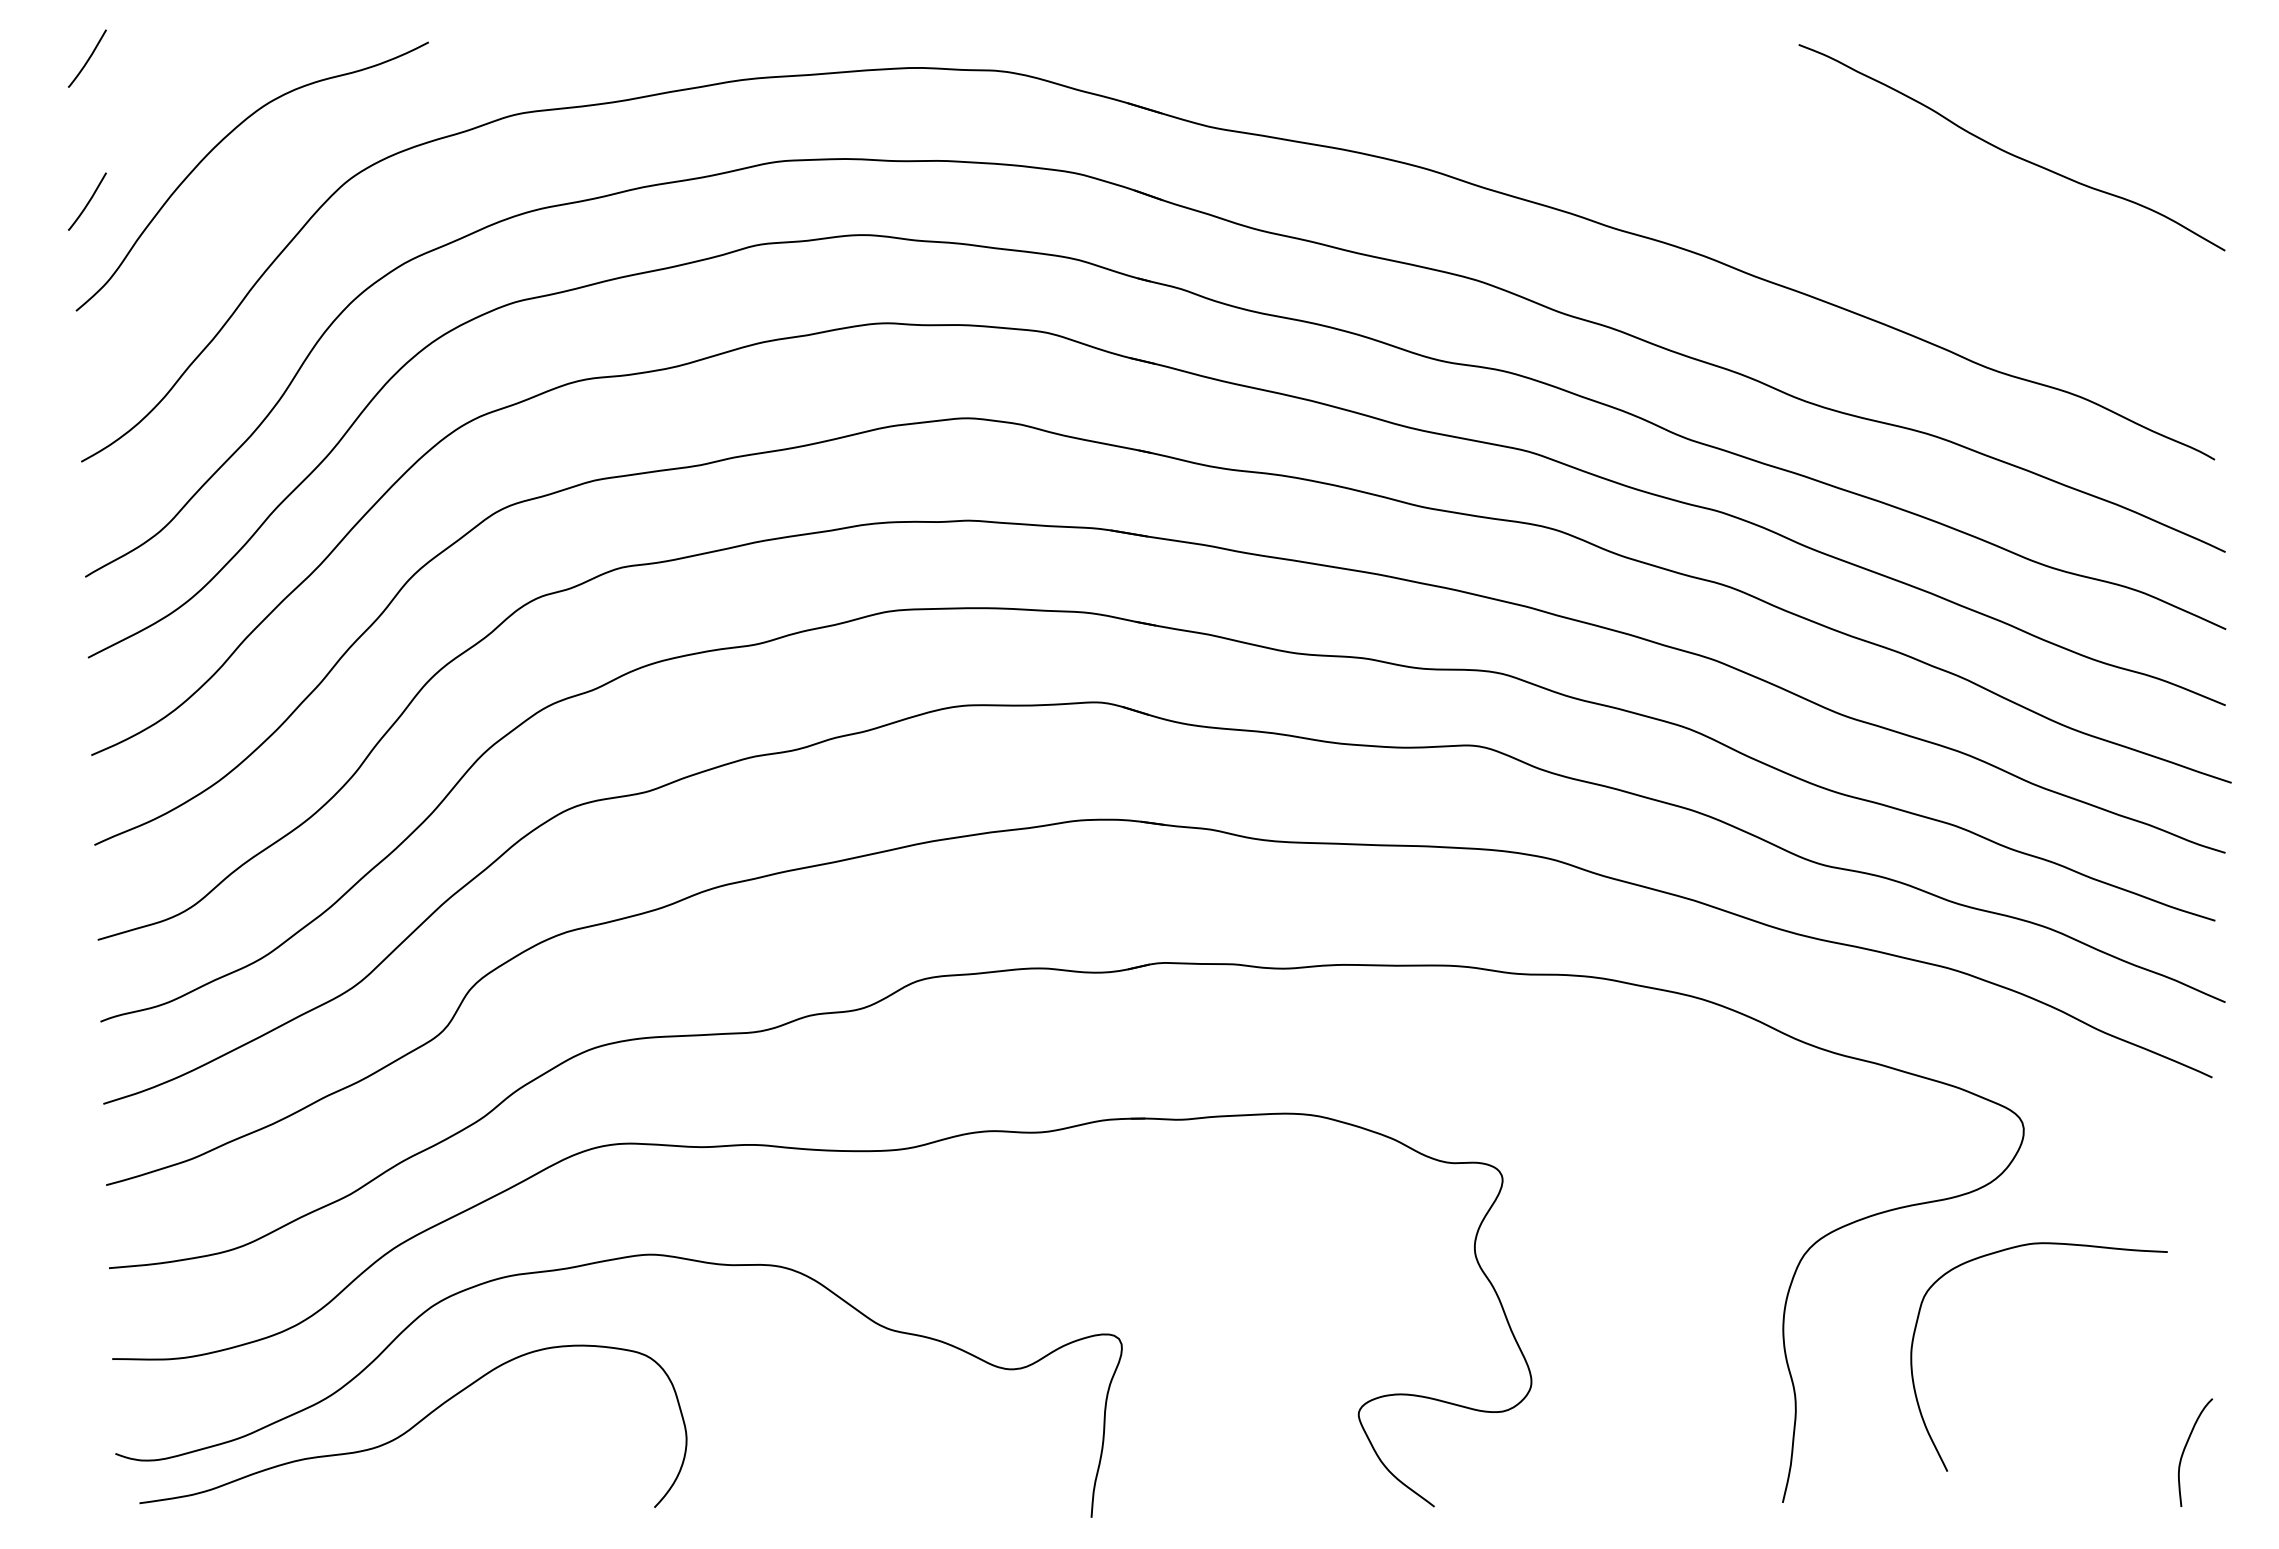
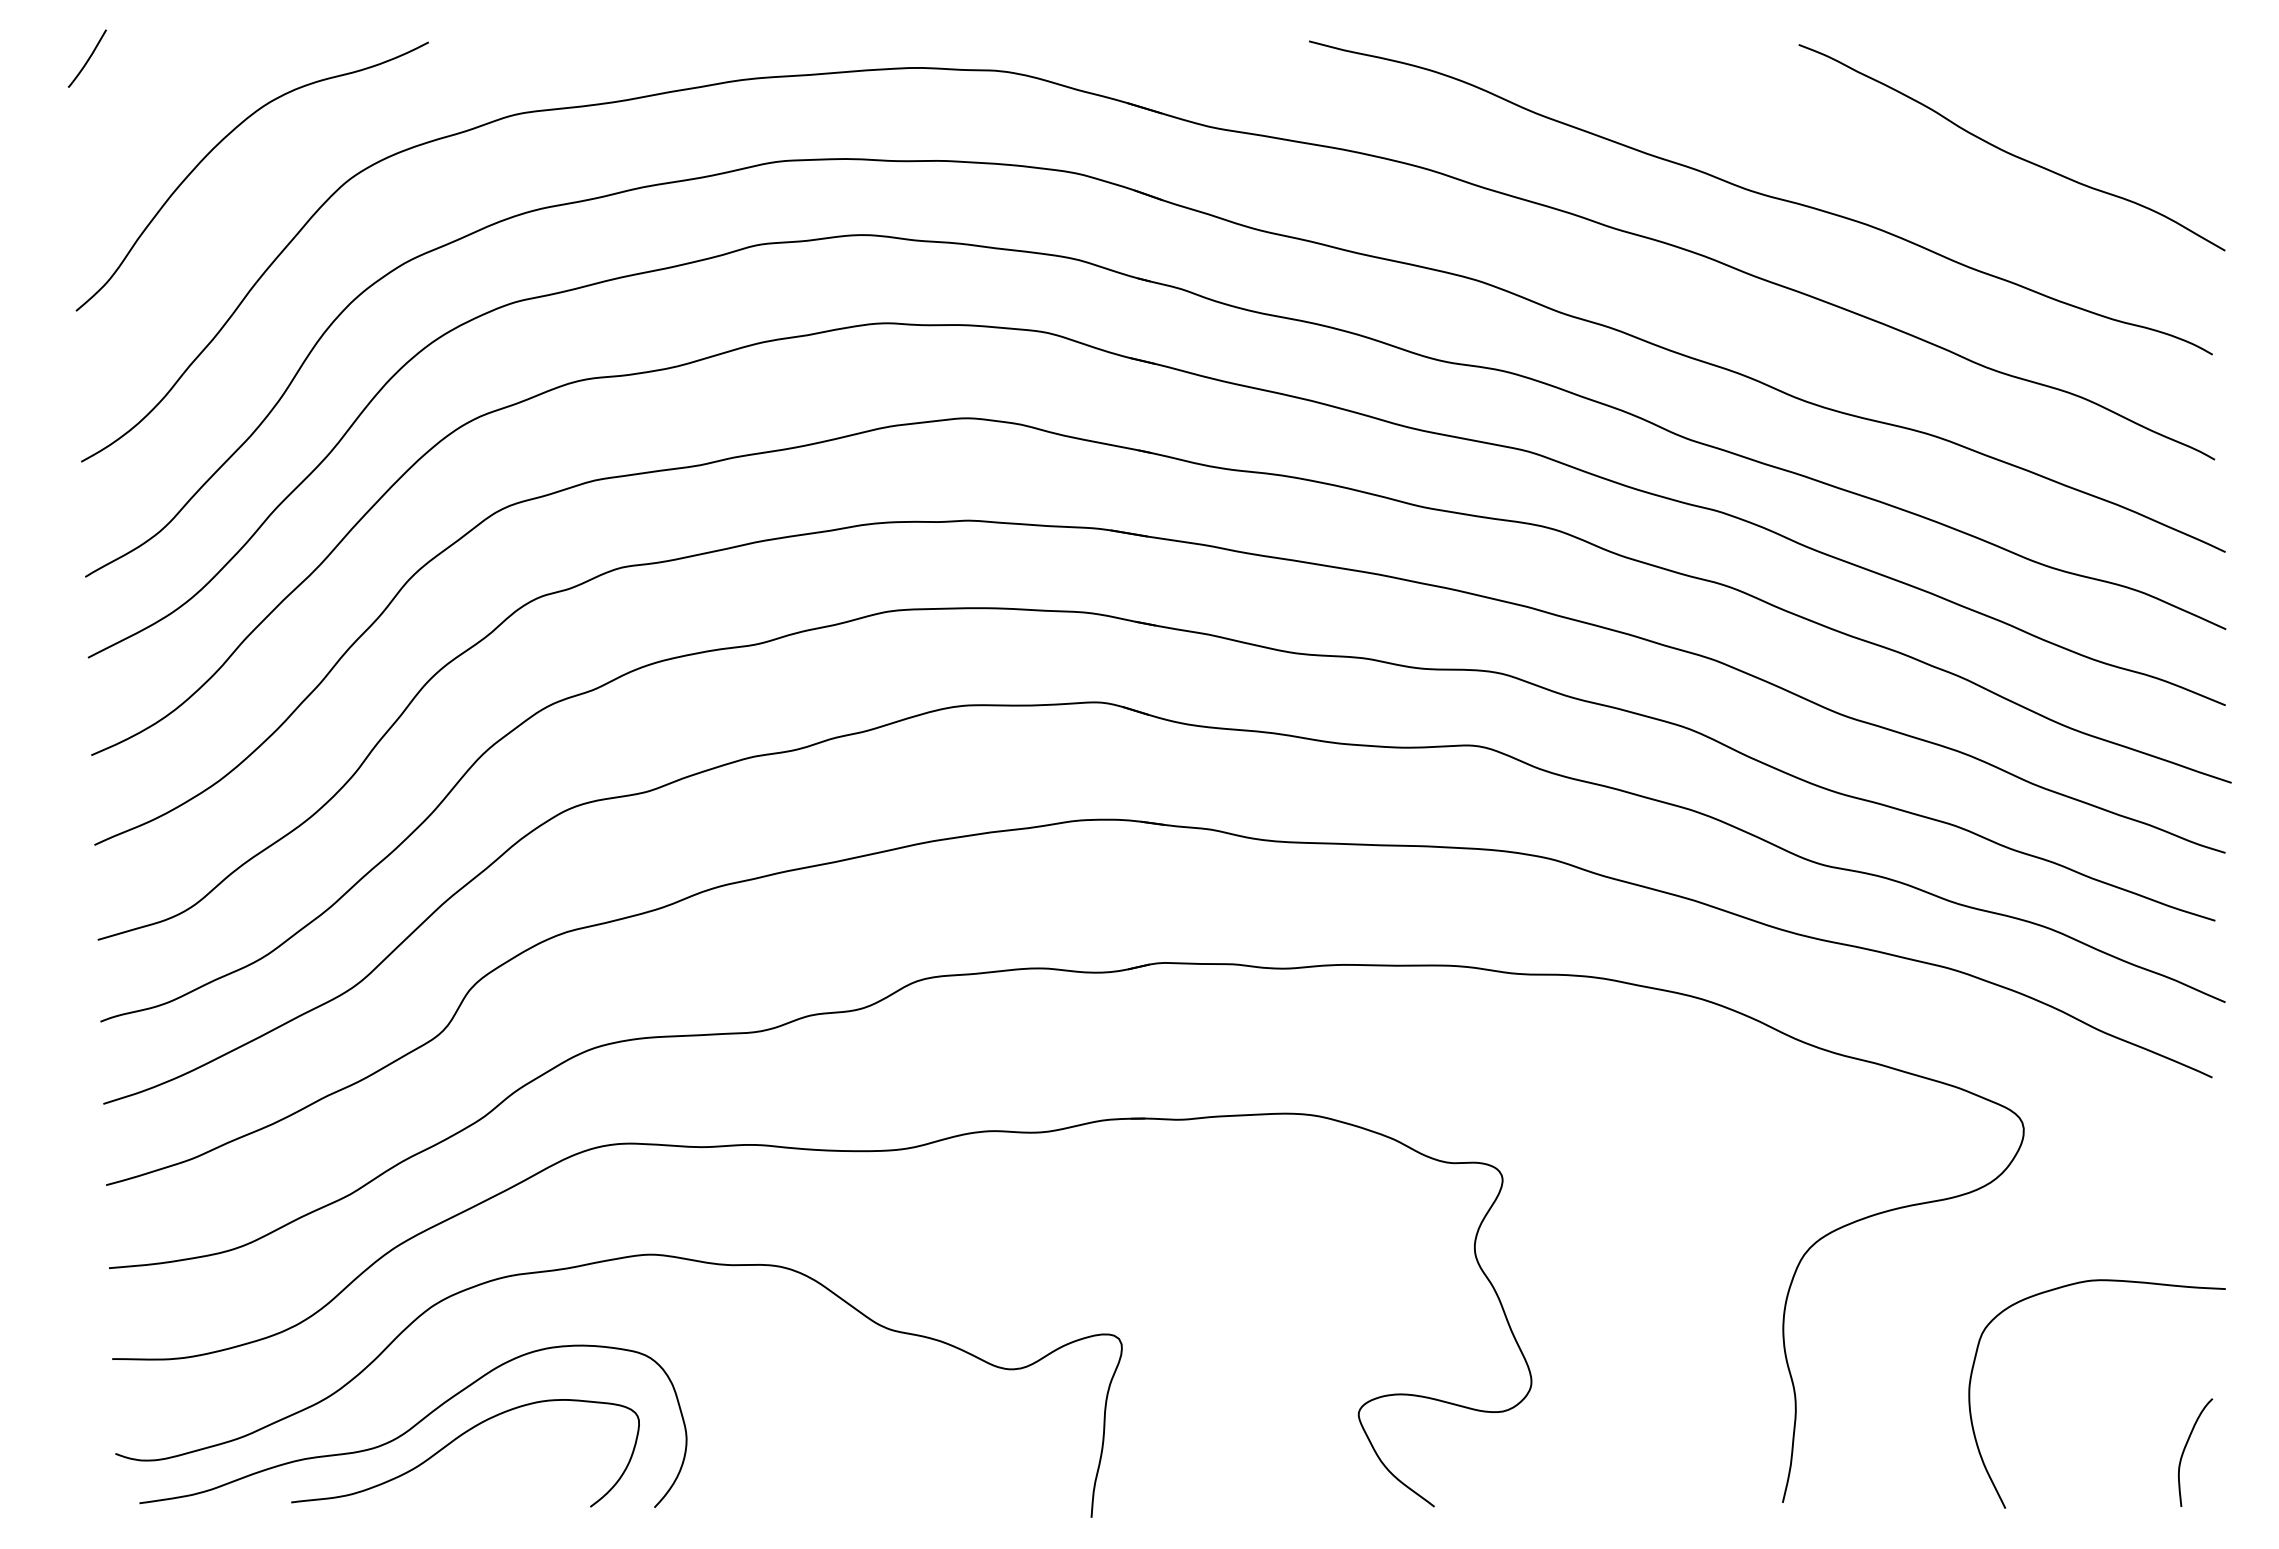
curve at (1761, 195): none -> present
curve at (88, 201): present -> none
curve at (2010, 1249) position: (2010, 1249) -> (2068, 1286)
curve at (454, 1441): none -> present
